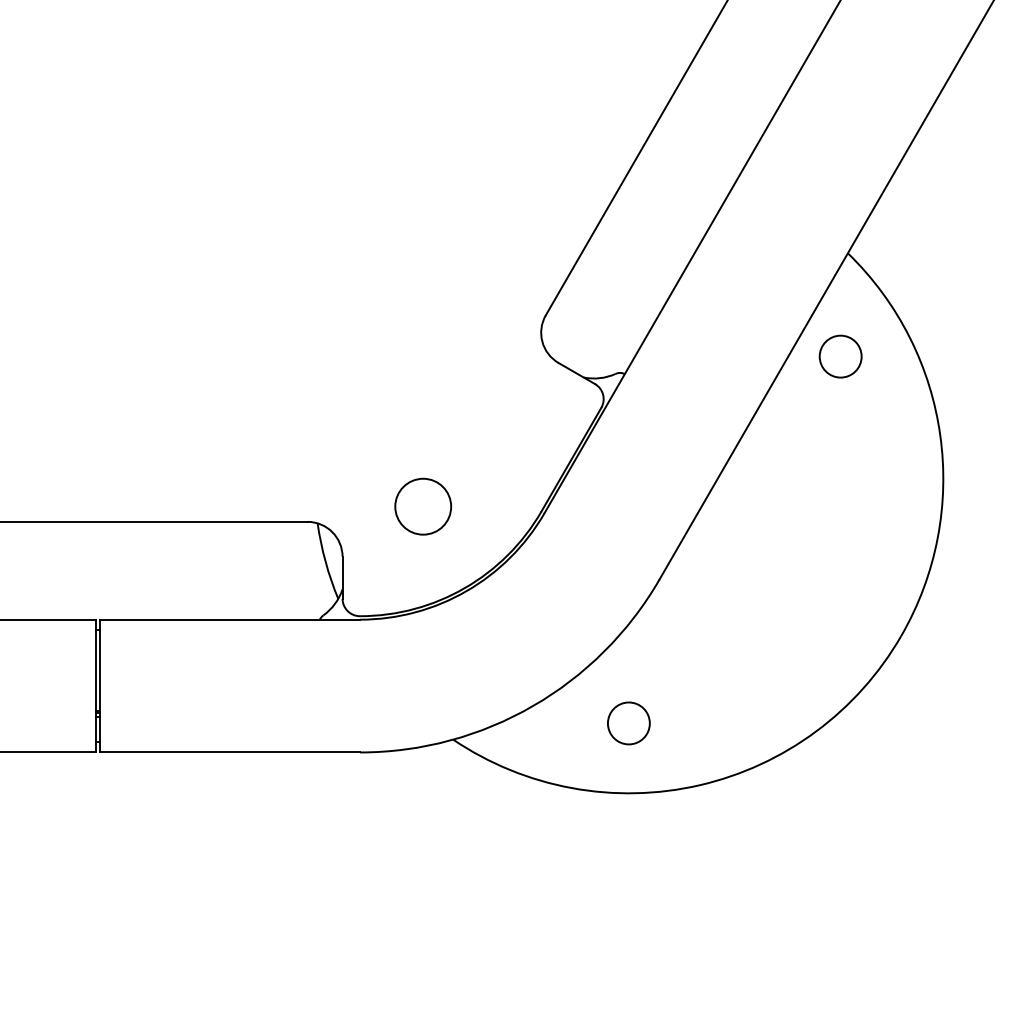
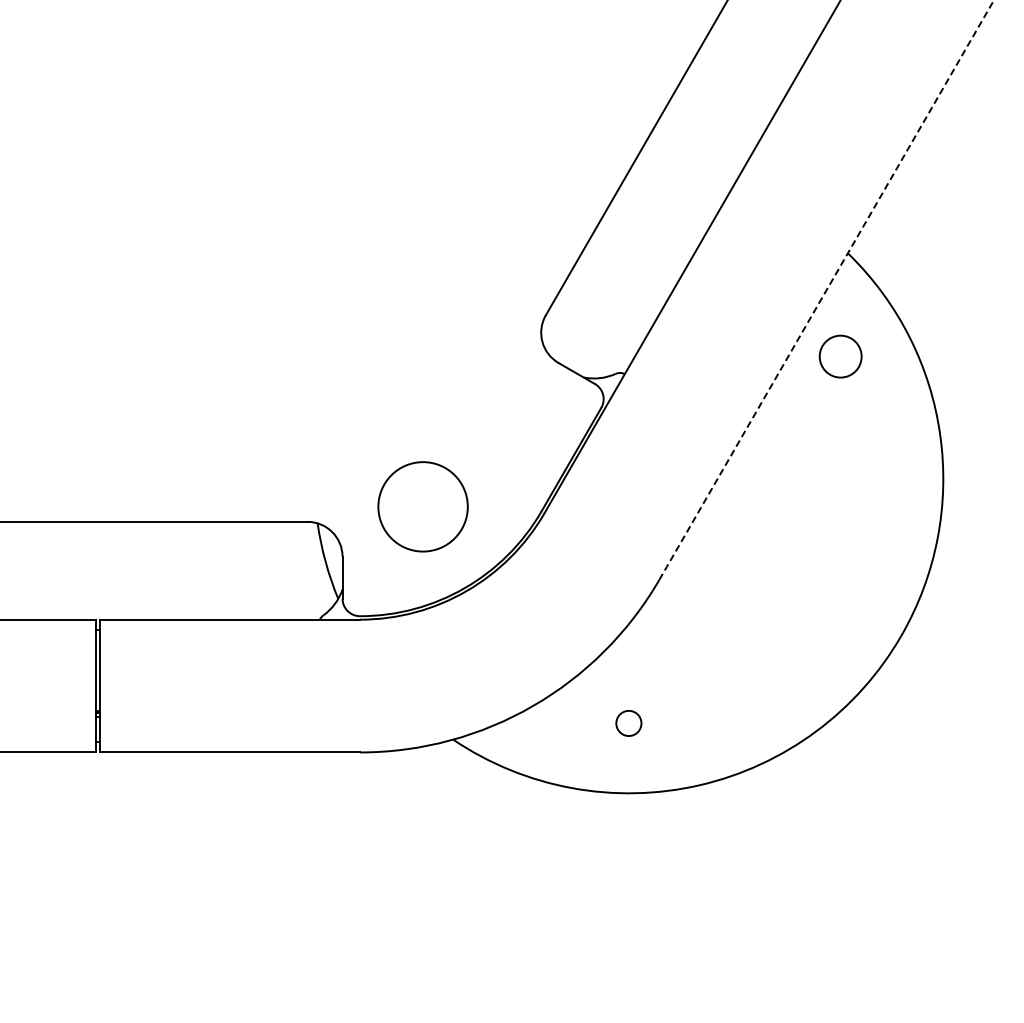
line at (826, 290): solid -> dashed
circle at (423, 506) size: 59x59 px -> 92x92 px
circle at (628, 723) diameter: 42 px -> 25 px
